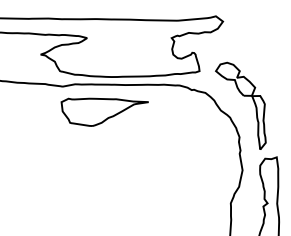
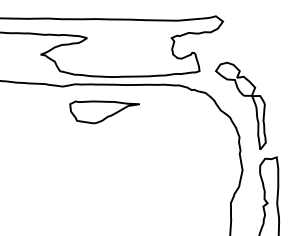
part at (104, 111) size: 89x30 px -> 71x25 px
